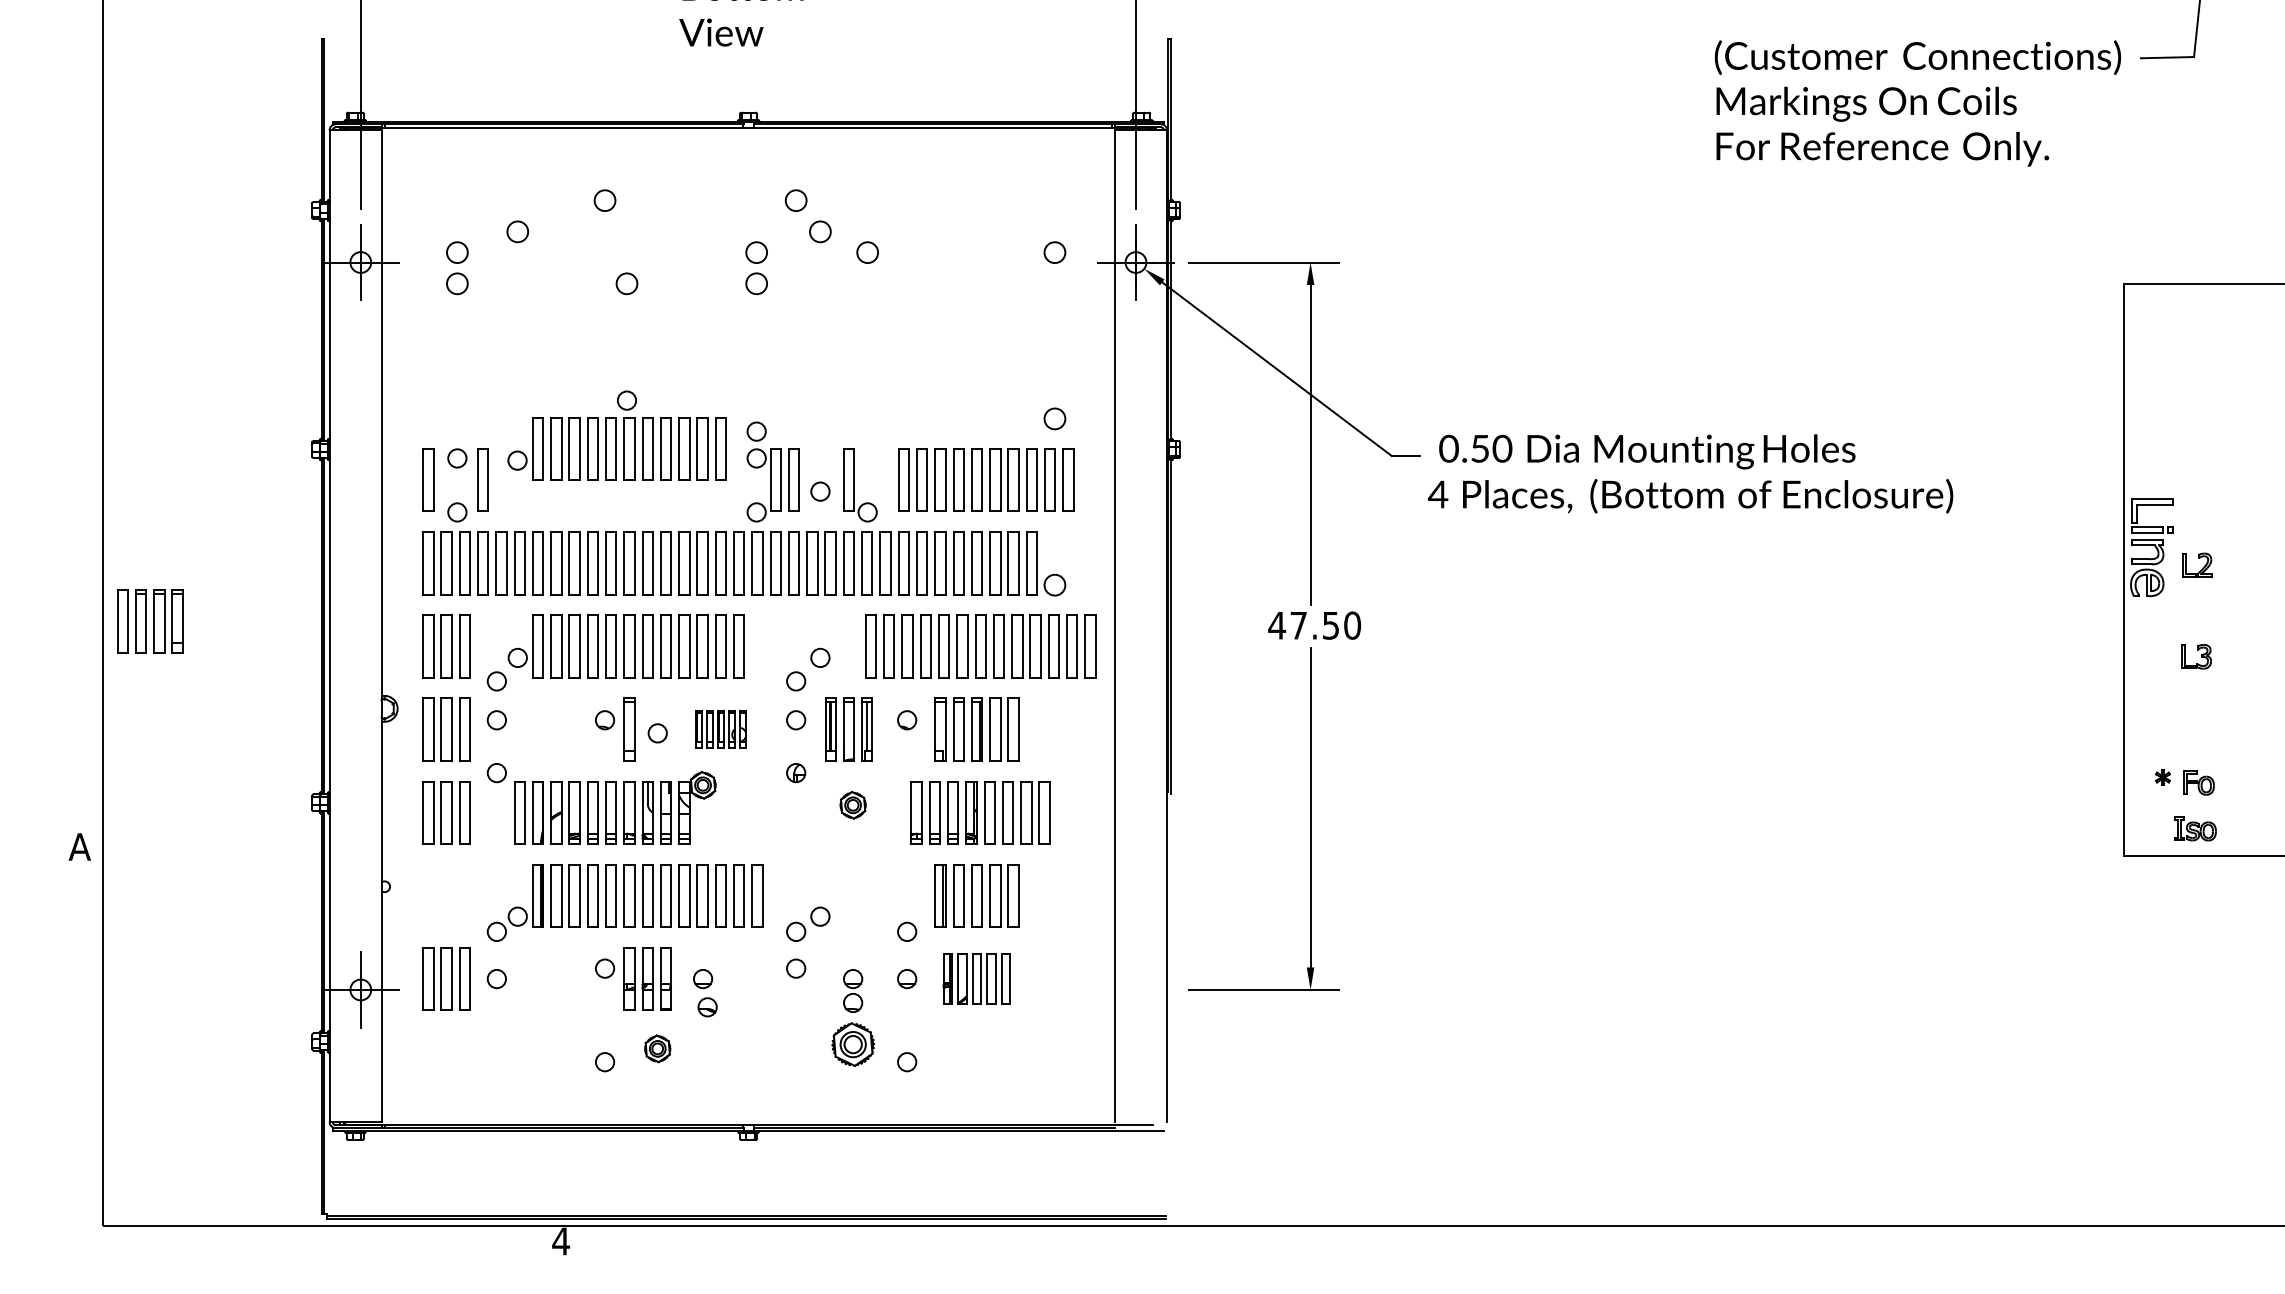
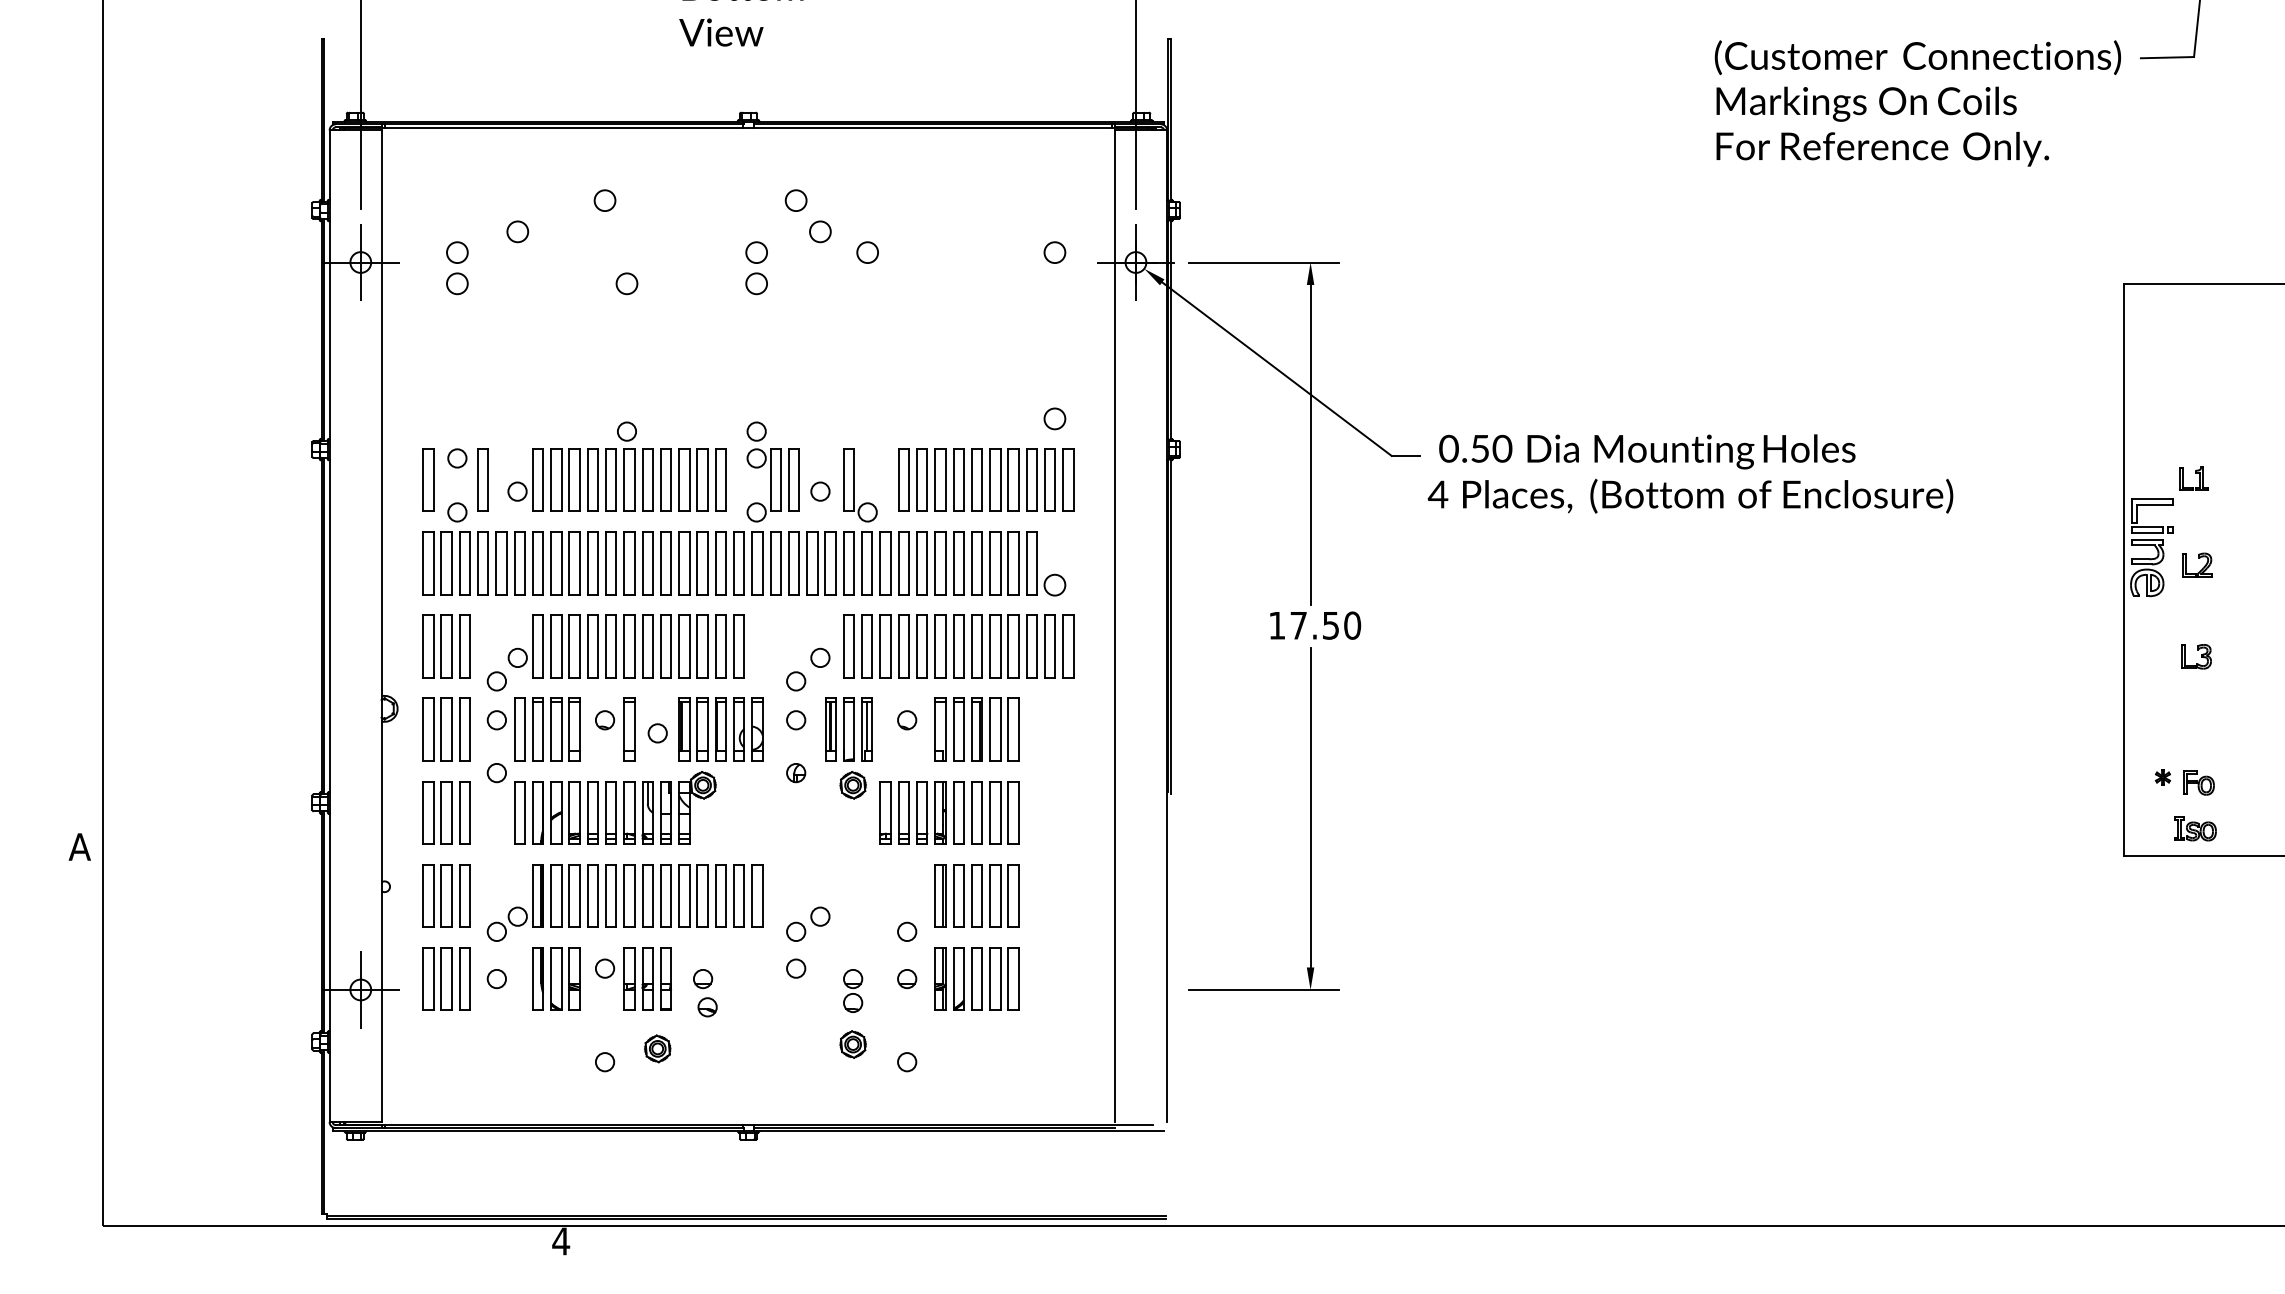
part at (616, 435) position: (616, 435) -> (616, 466)
part at (2193, 478): none -> present
part at (150, 621) position: (150, 621) -> (547, 729)
text at (1277, 625): 47.50 -> 17.50
part at (980, 646) position: (980, 646) -> (958, 646)
part at (720, 729) size: 52x39 px -> 86x65 px
part at (852, 805) position: (852, 805) -> (852, 785)
part at (980, 812) position: (980, 812) -> (949, 812)
part at (446, 895): none -> present
part at (556, 978): none -> present
part at (976, 978) size: 69x52 px -> 86x64 px
part at (852, 1044) size: 44x45 px -> 28x29 px
